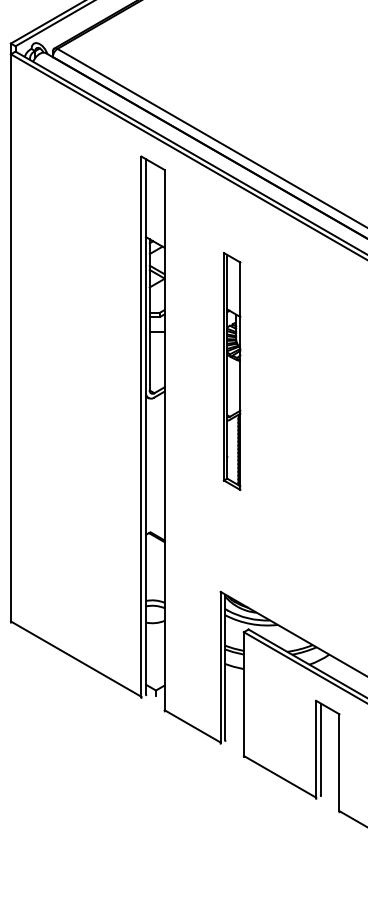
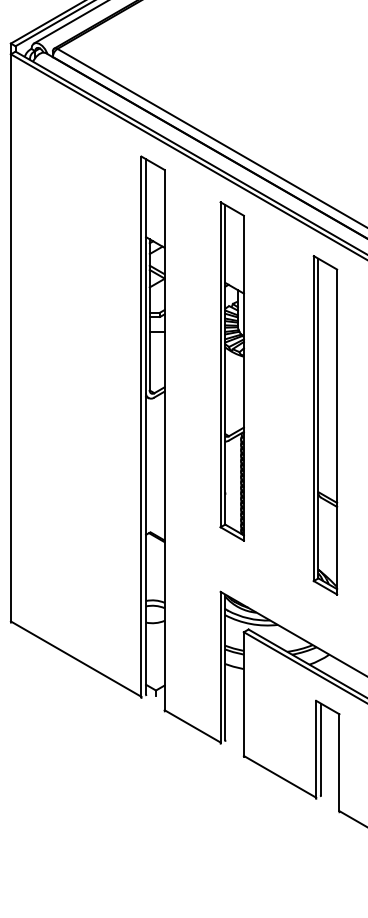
line at (69, 22): none -> present
part at (231, 371) size: 20x239 px -> 26x341 px
part at (325, 425): none -> present
